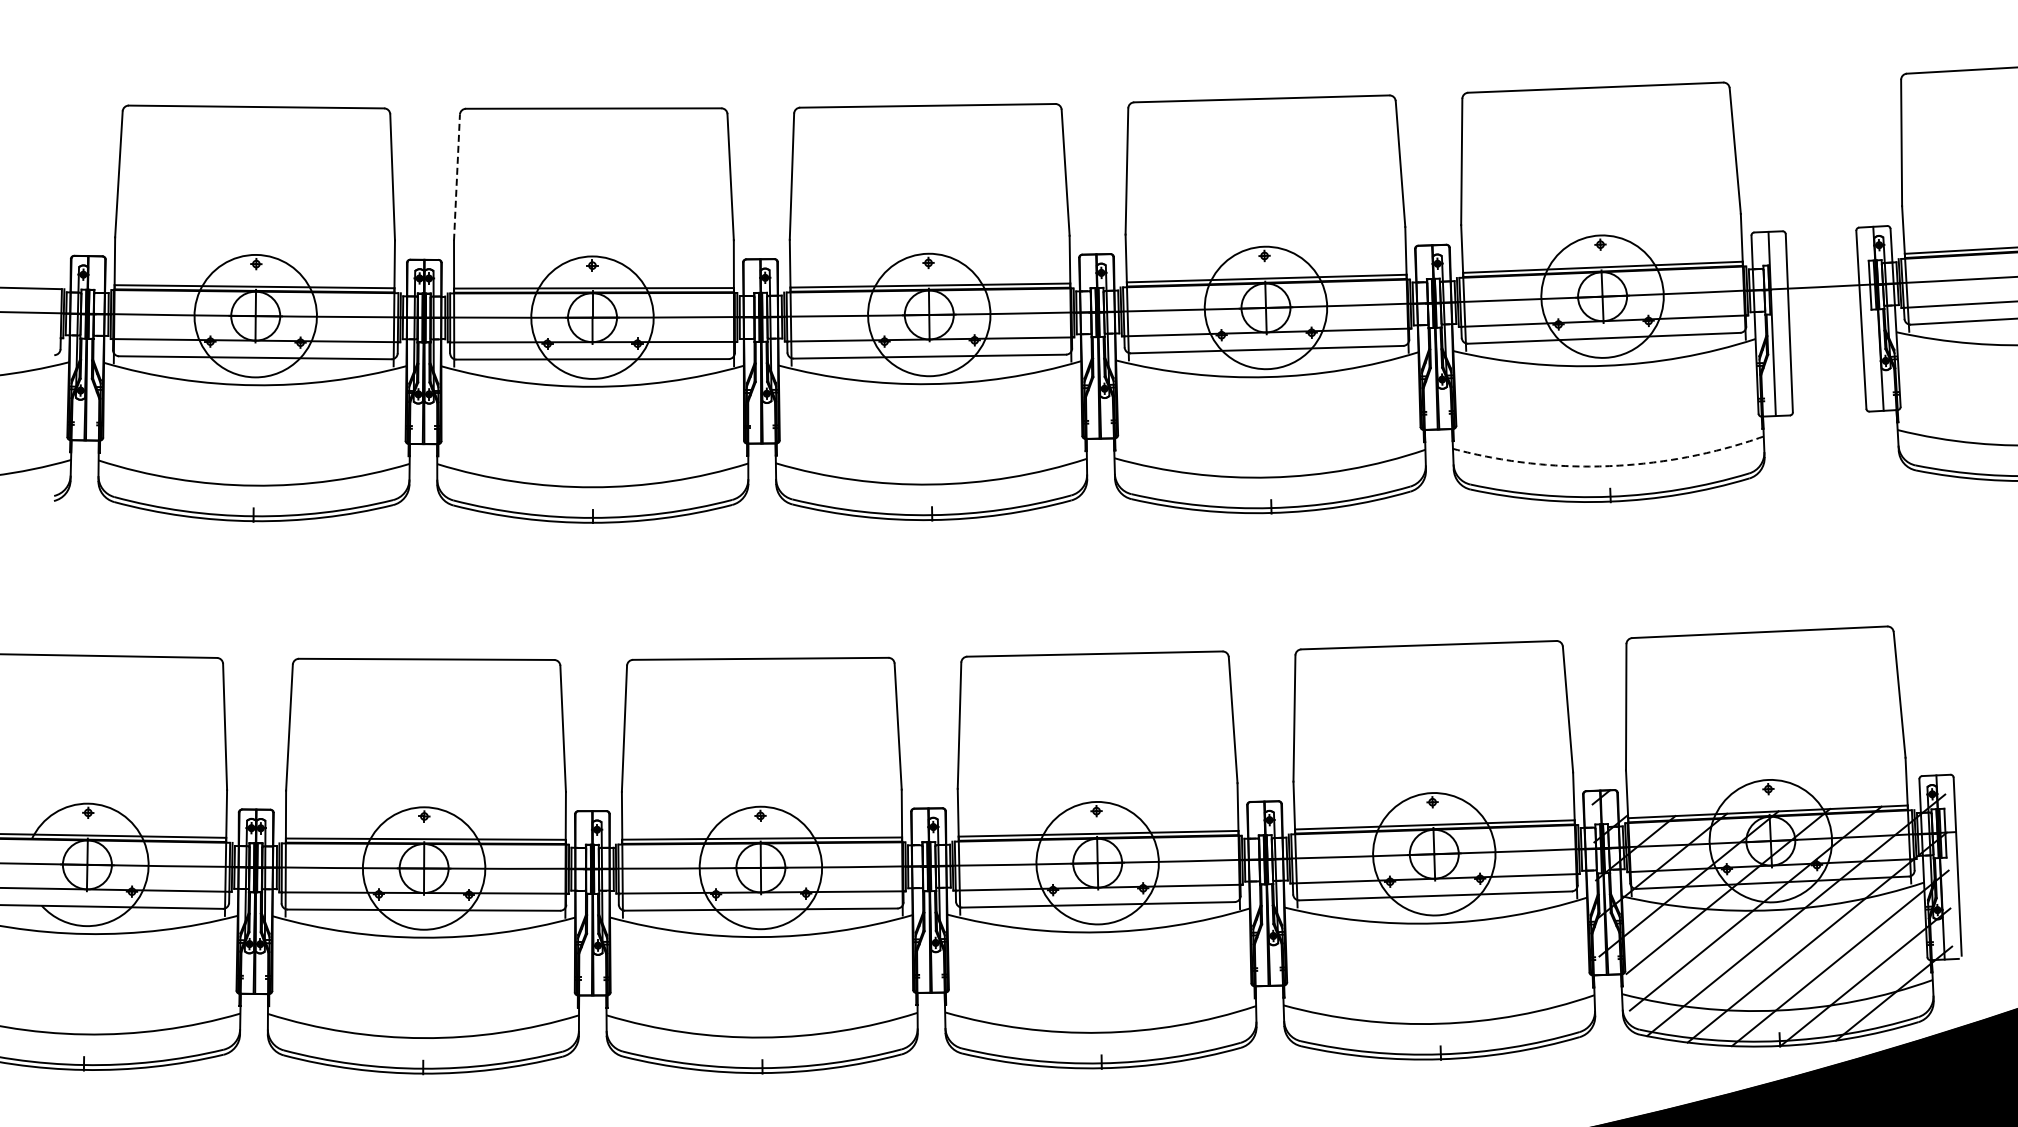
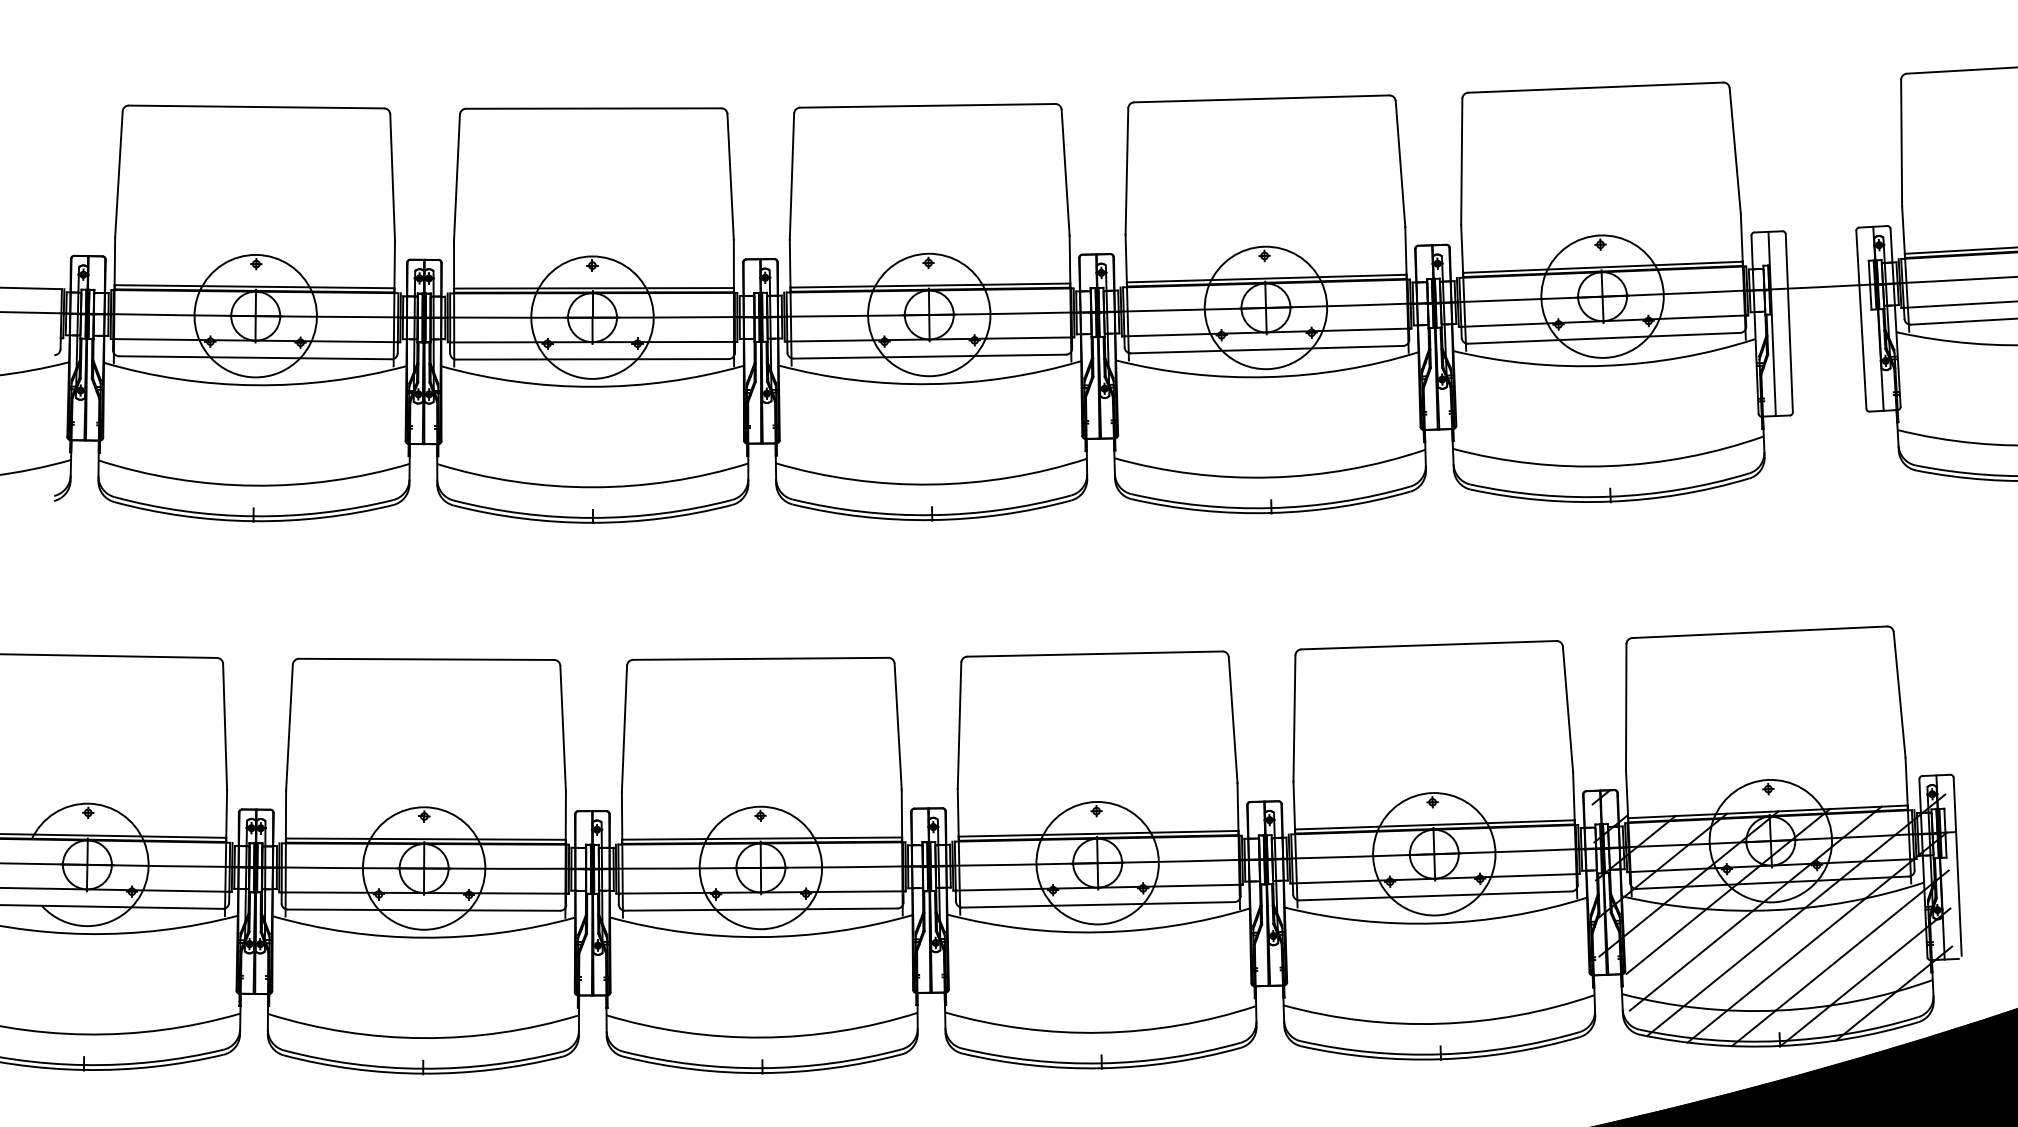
line at (457, 177): dashed -> solid
arc at (1609, 466): dashed -> solid
